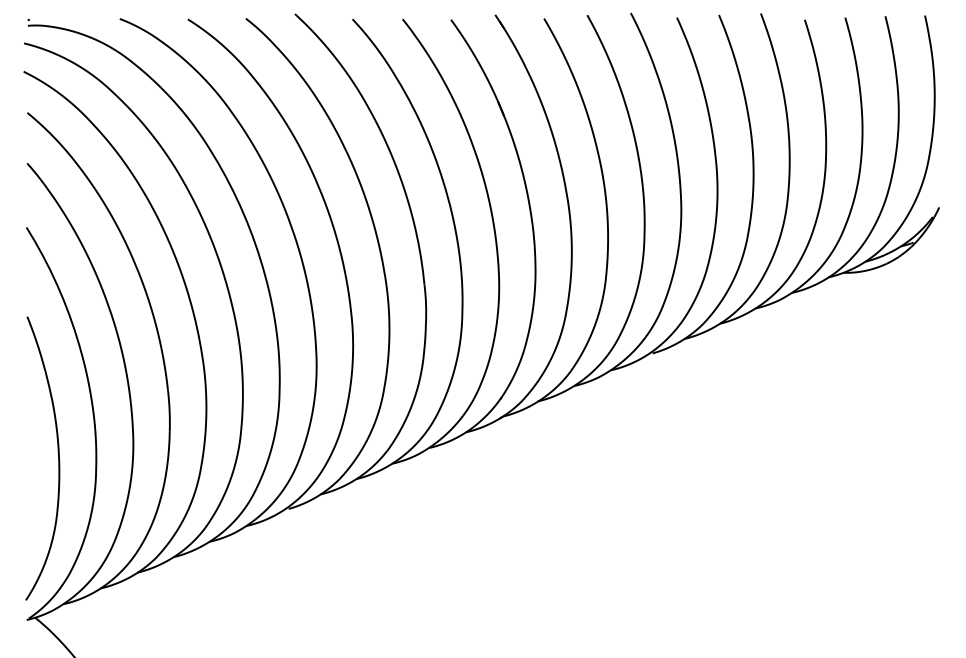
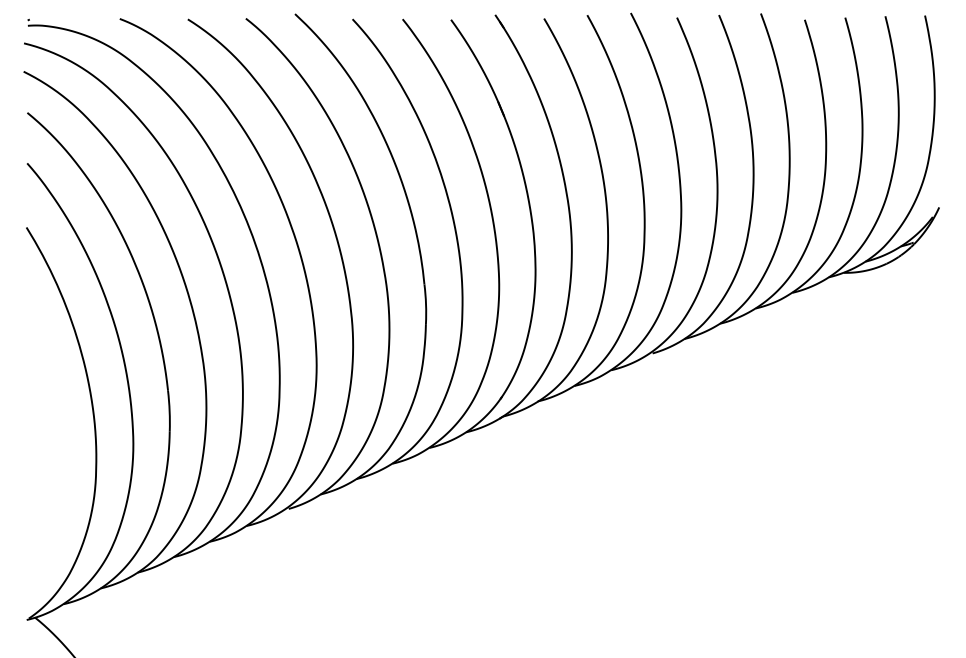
curve at (58, 458): present -> none
